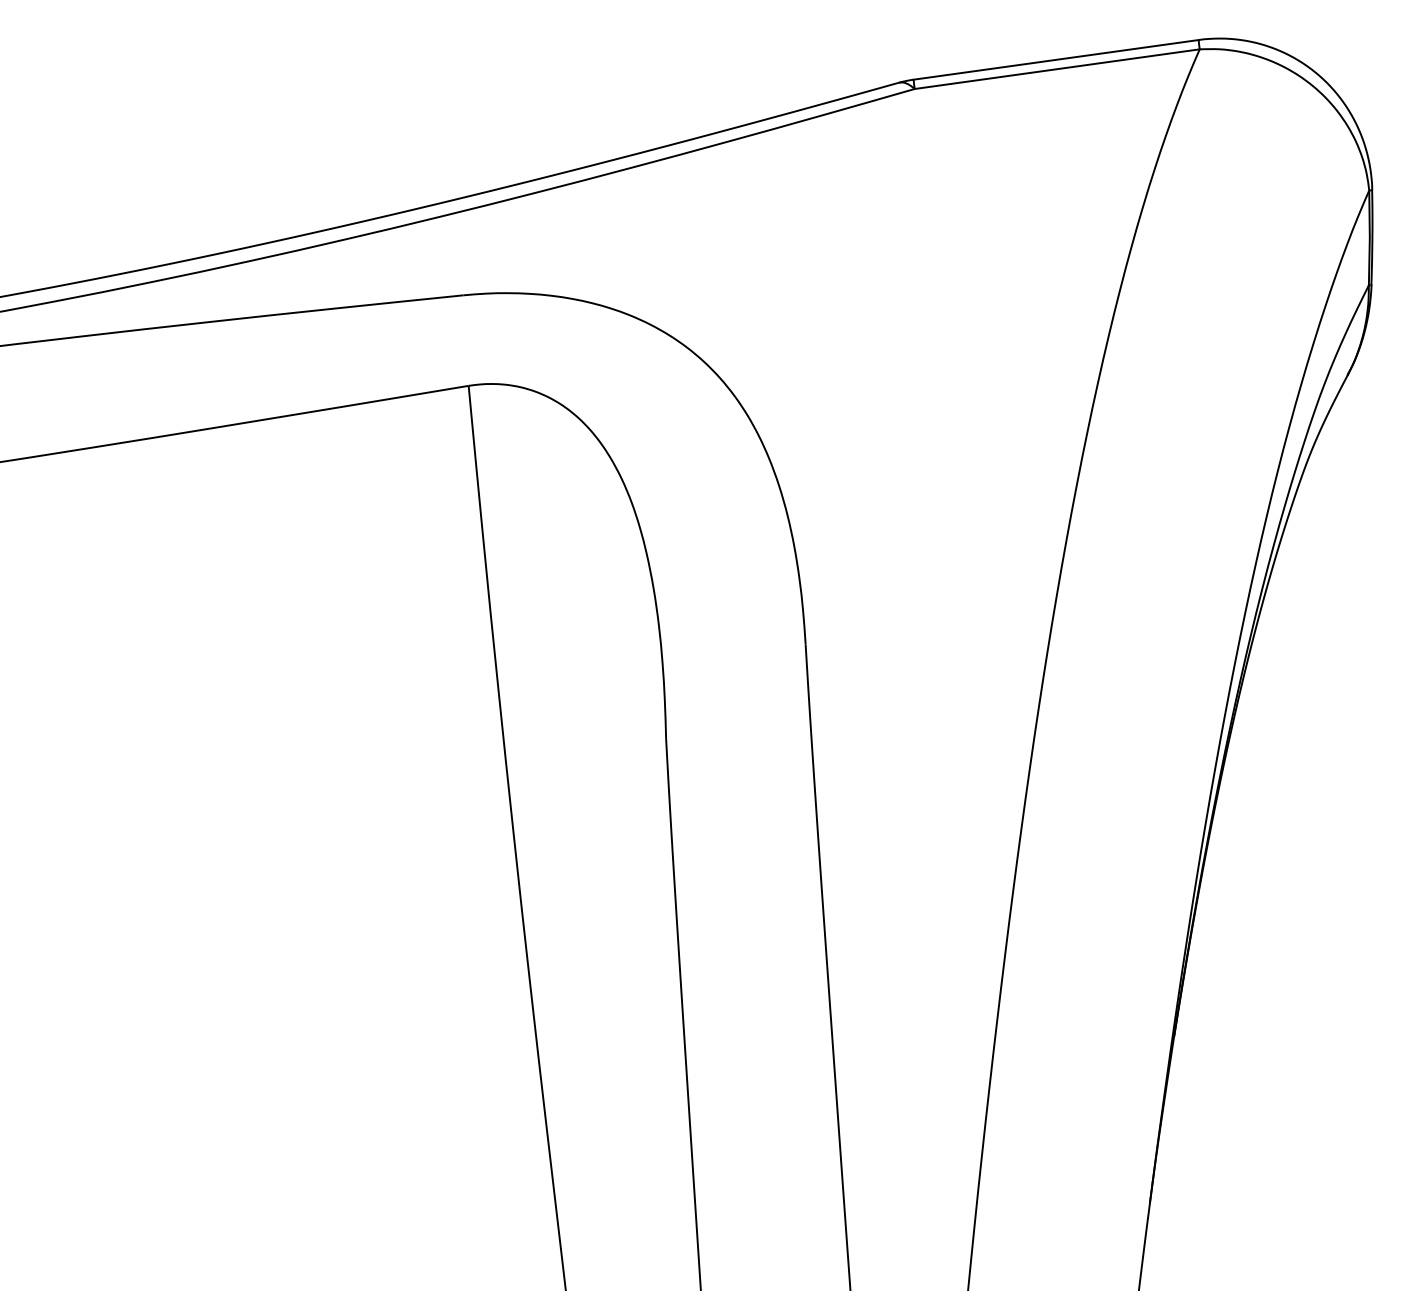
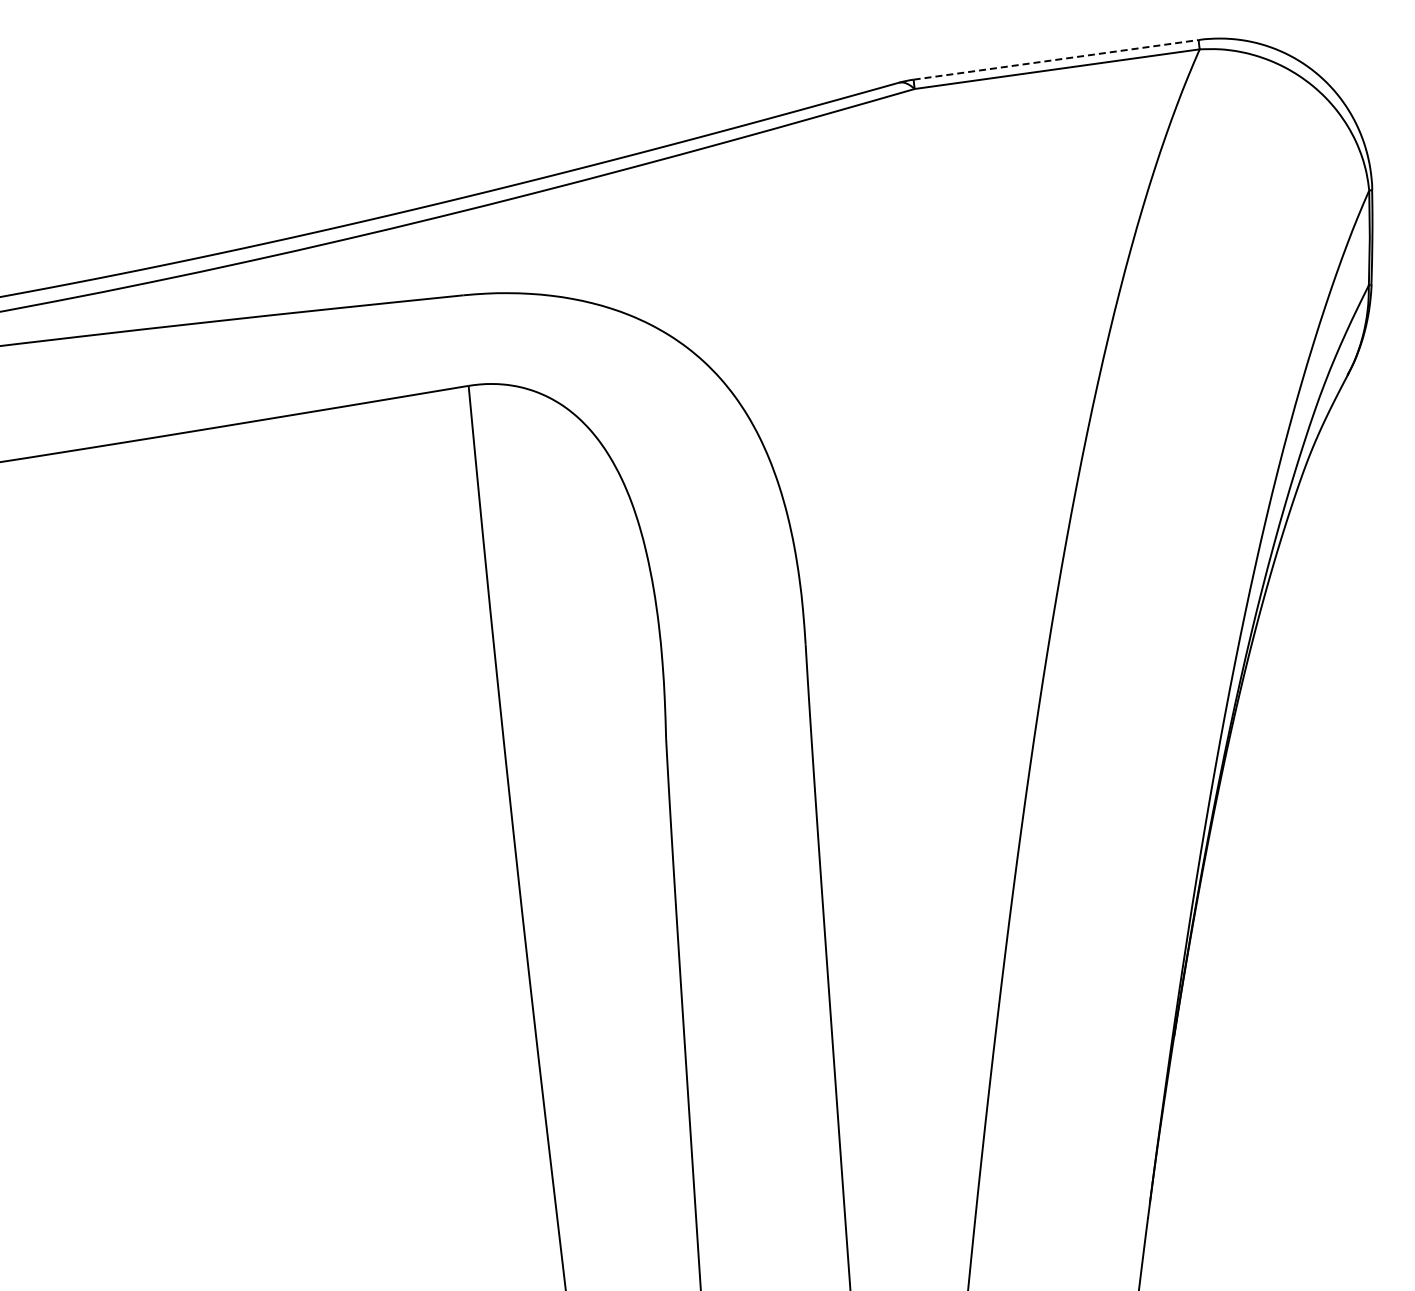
line at (1056, 59): solid -> dashed
